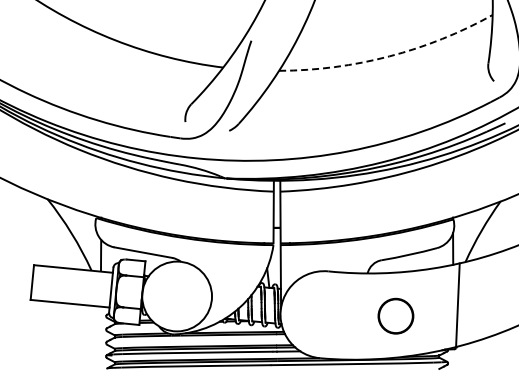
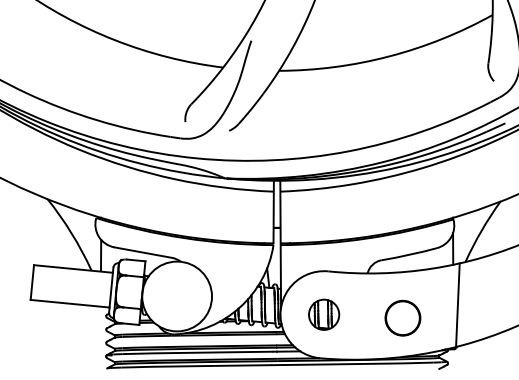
arc at (389, 56): dashed -> solid
part at (324, 314): none -> present
part at (395, 315) position: (395, 315) -> (402, 317)
